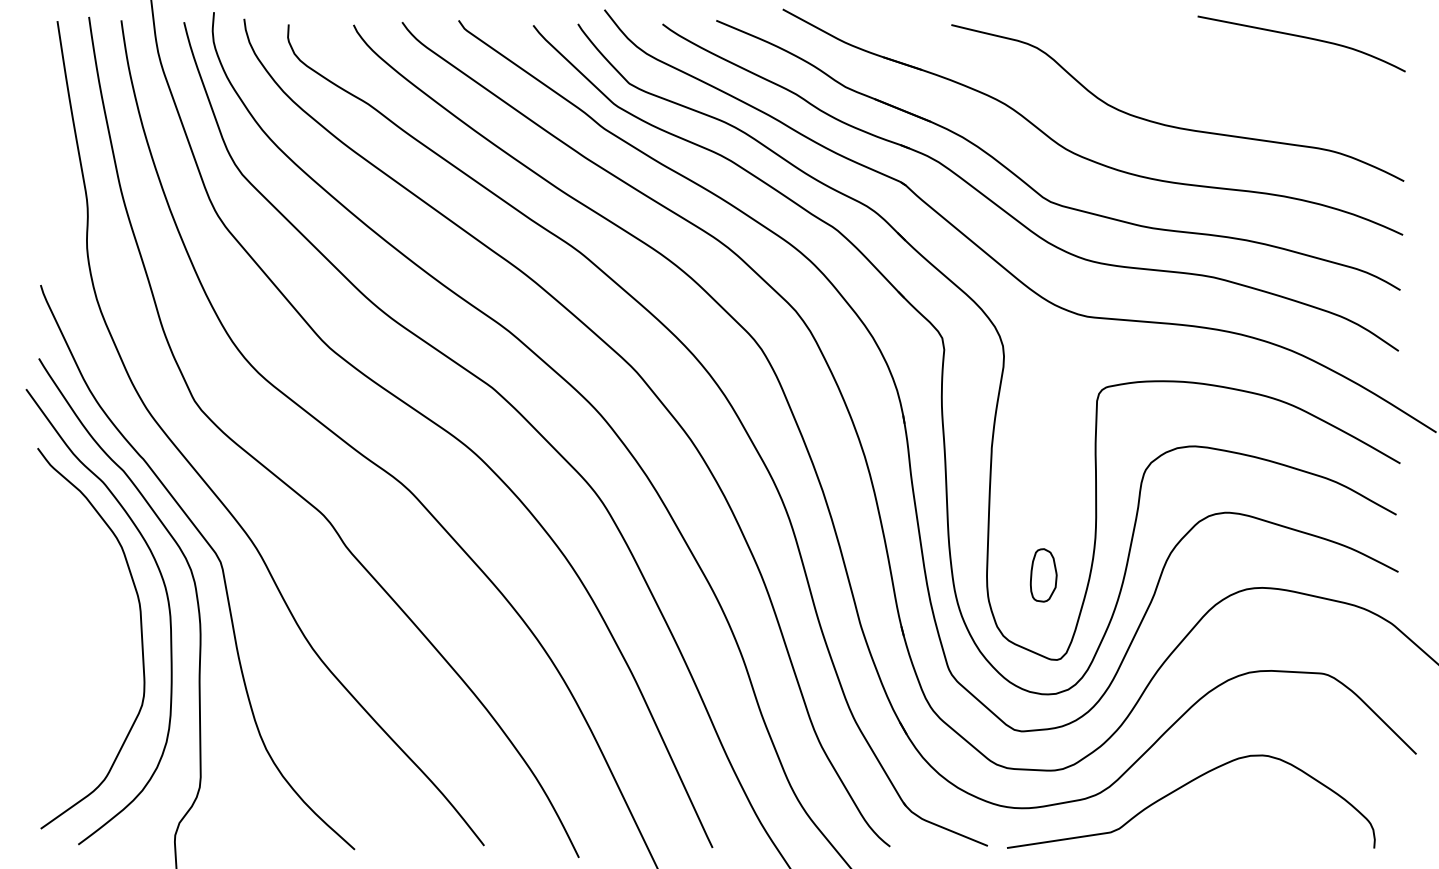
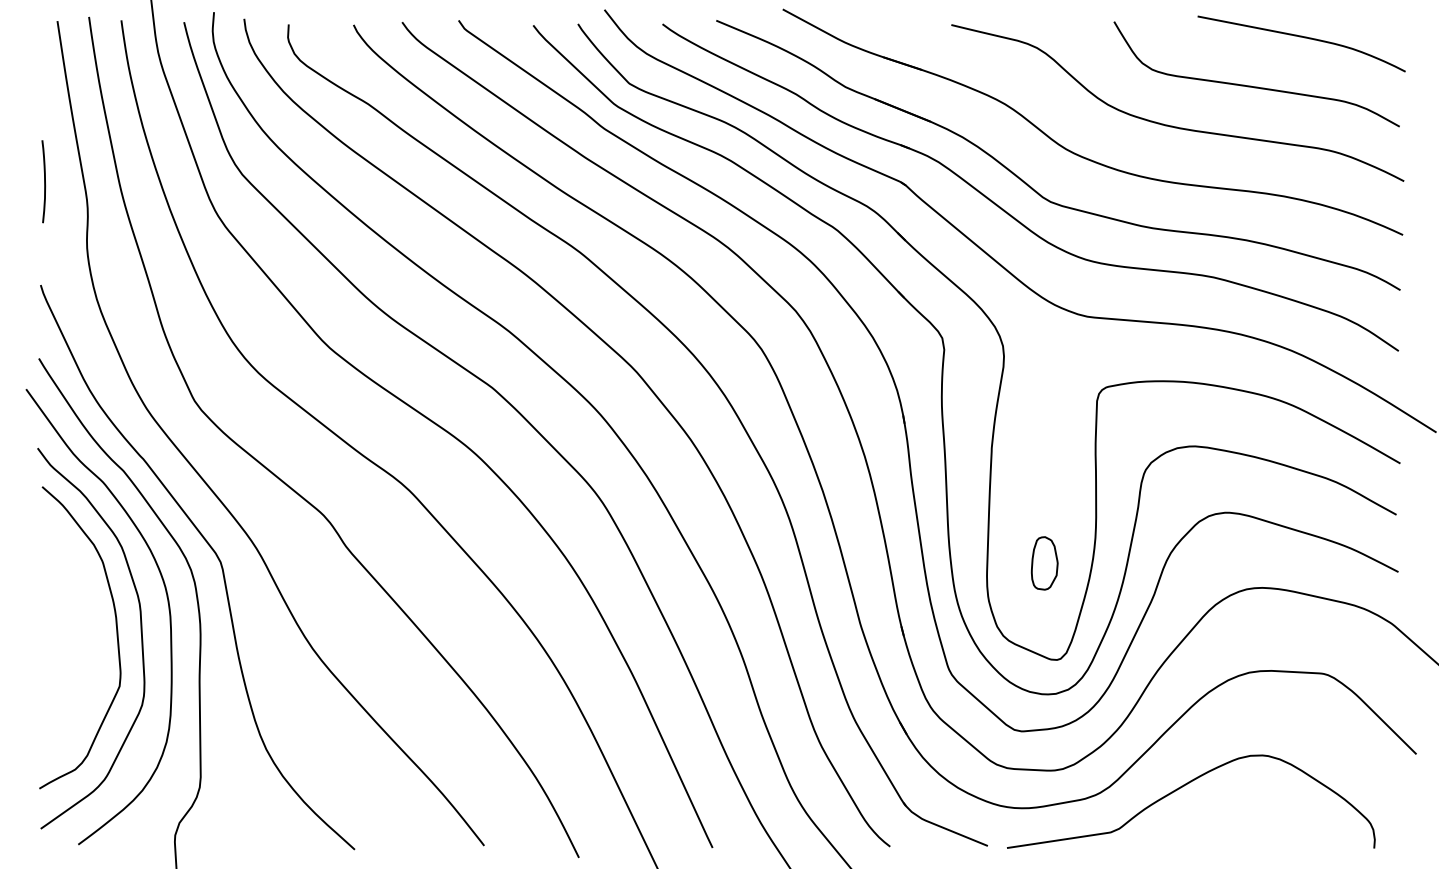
curve at (1256, 86): none -> present
curve at (44, 181): none -> present
part at (1043, 575) position: (1043, 575) -> (1044, 563)
curve at (116, 637): none -> present
